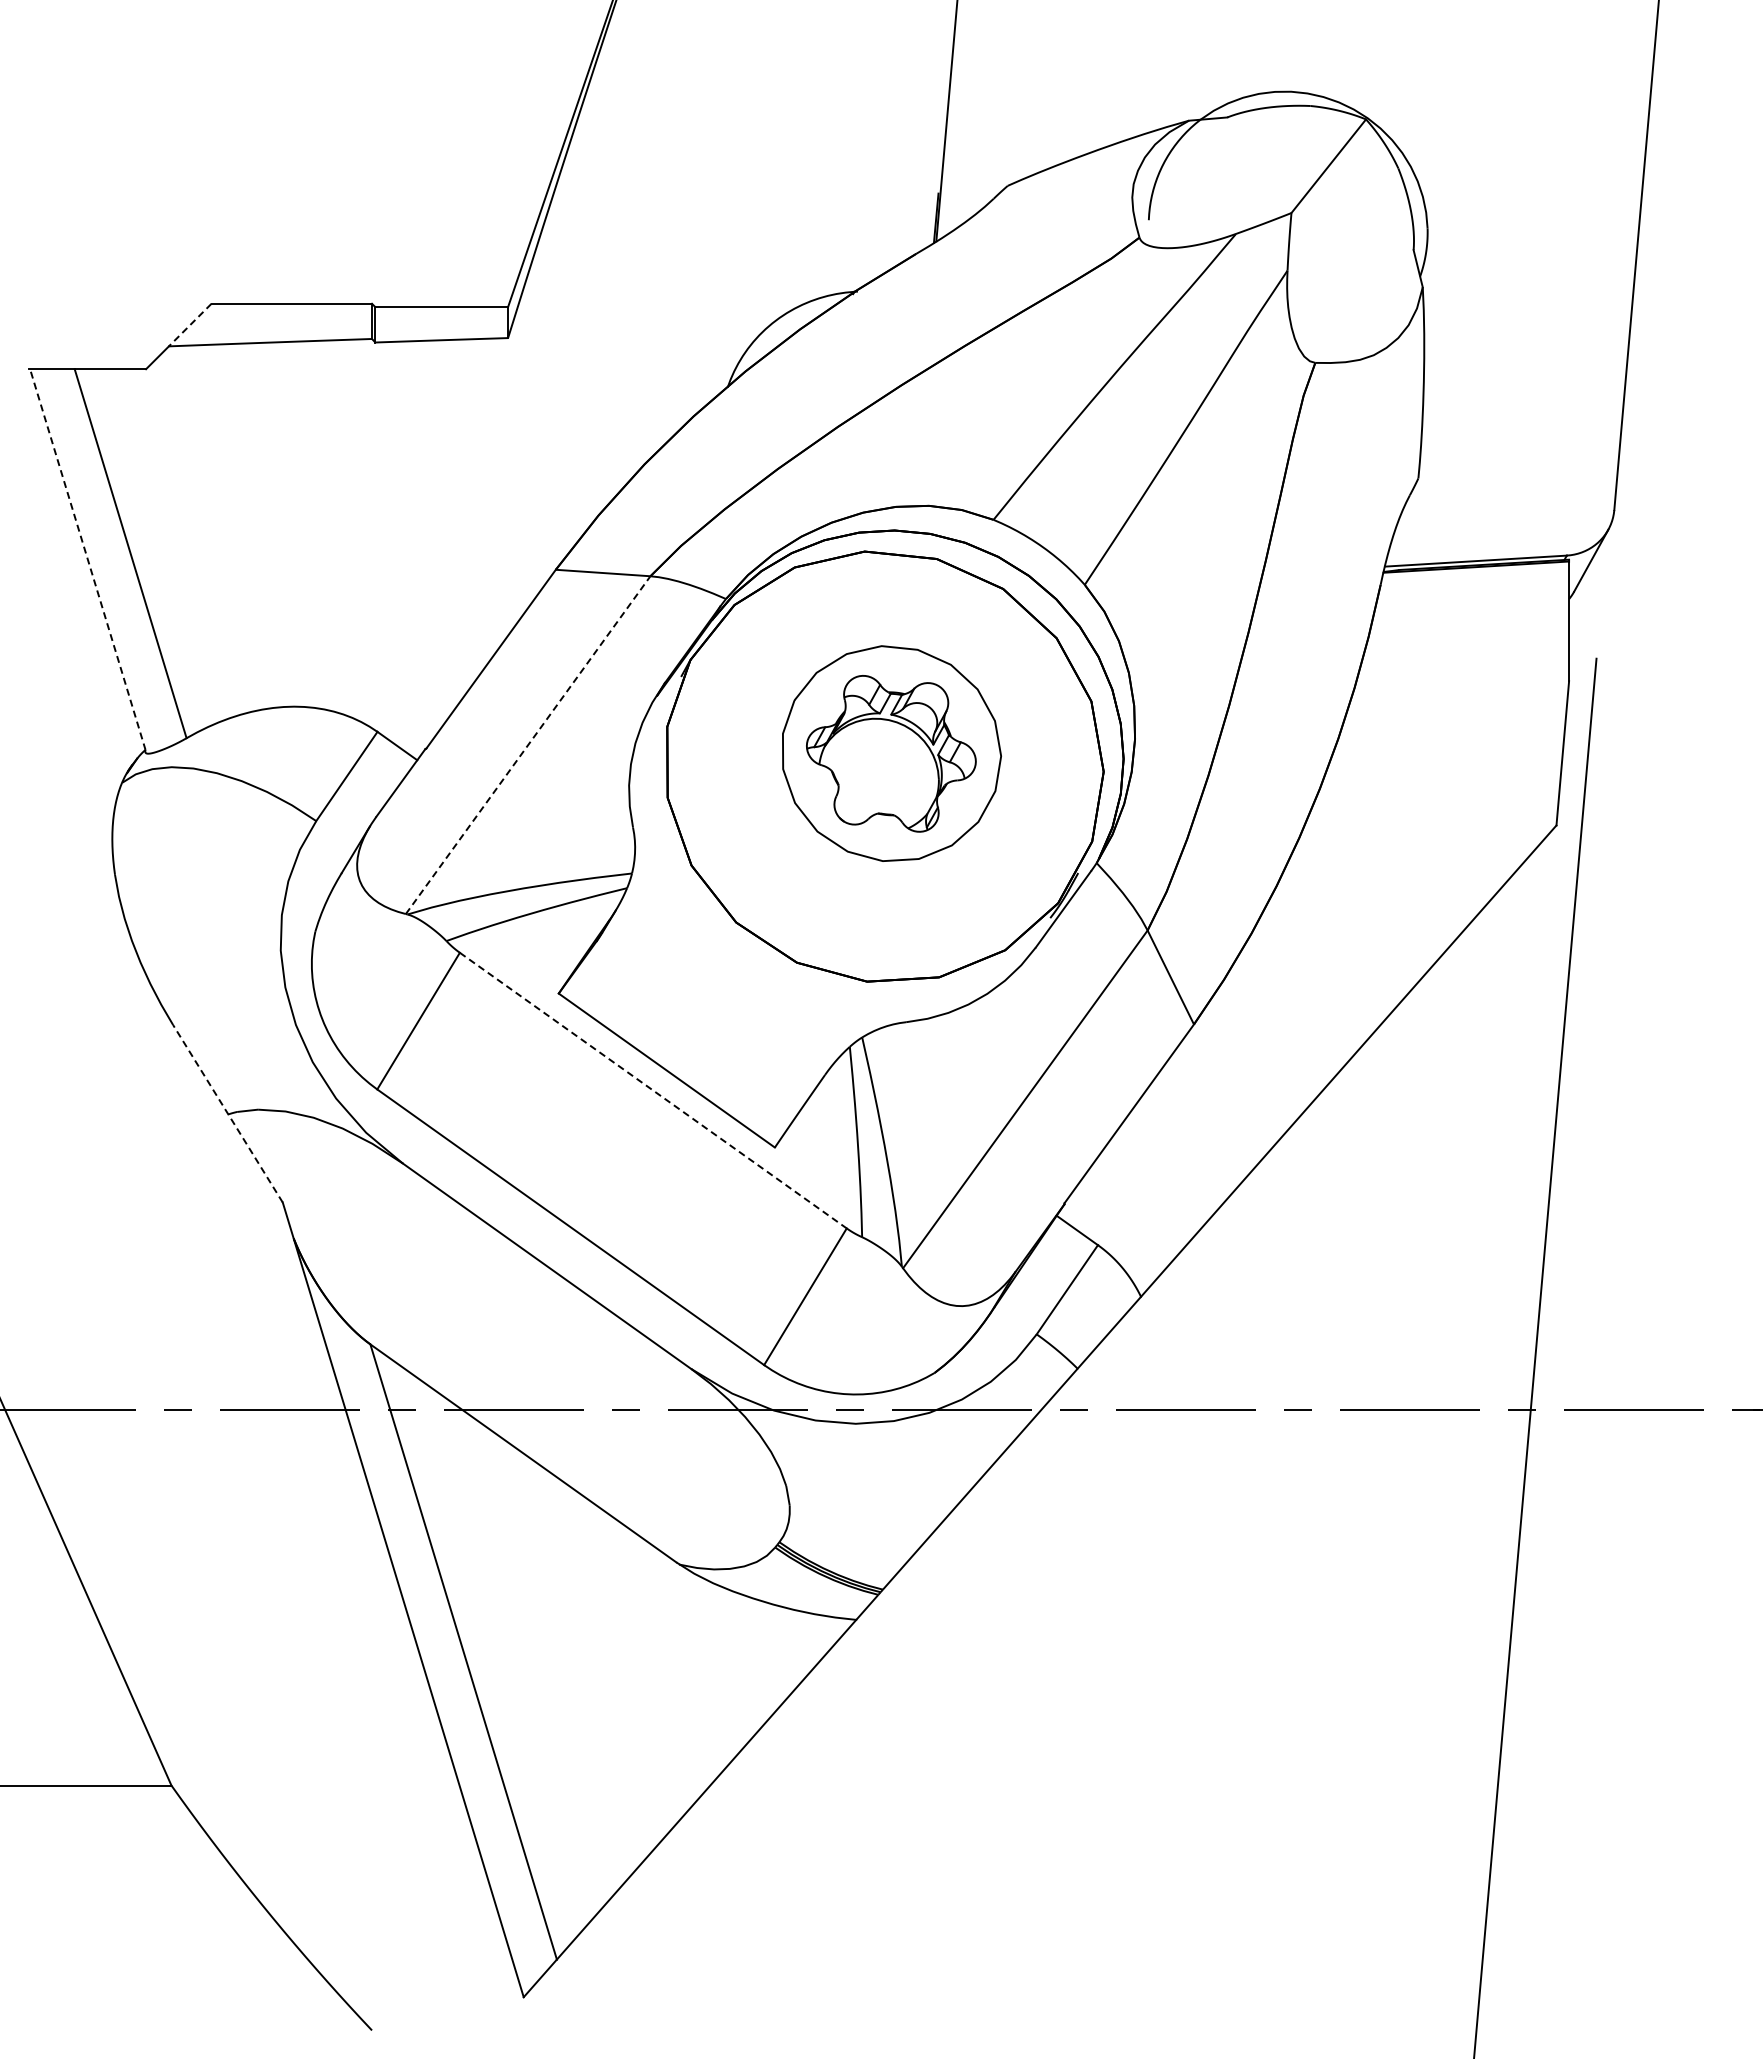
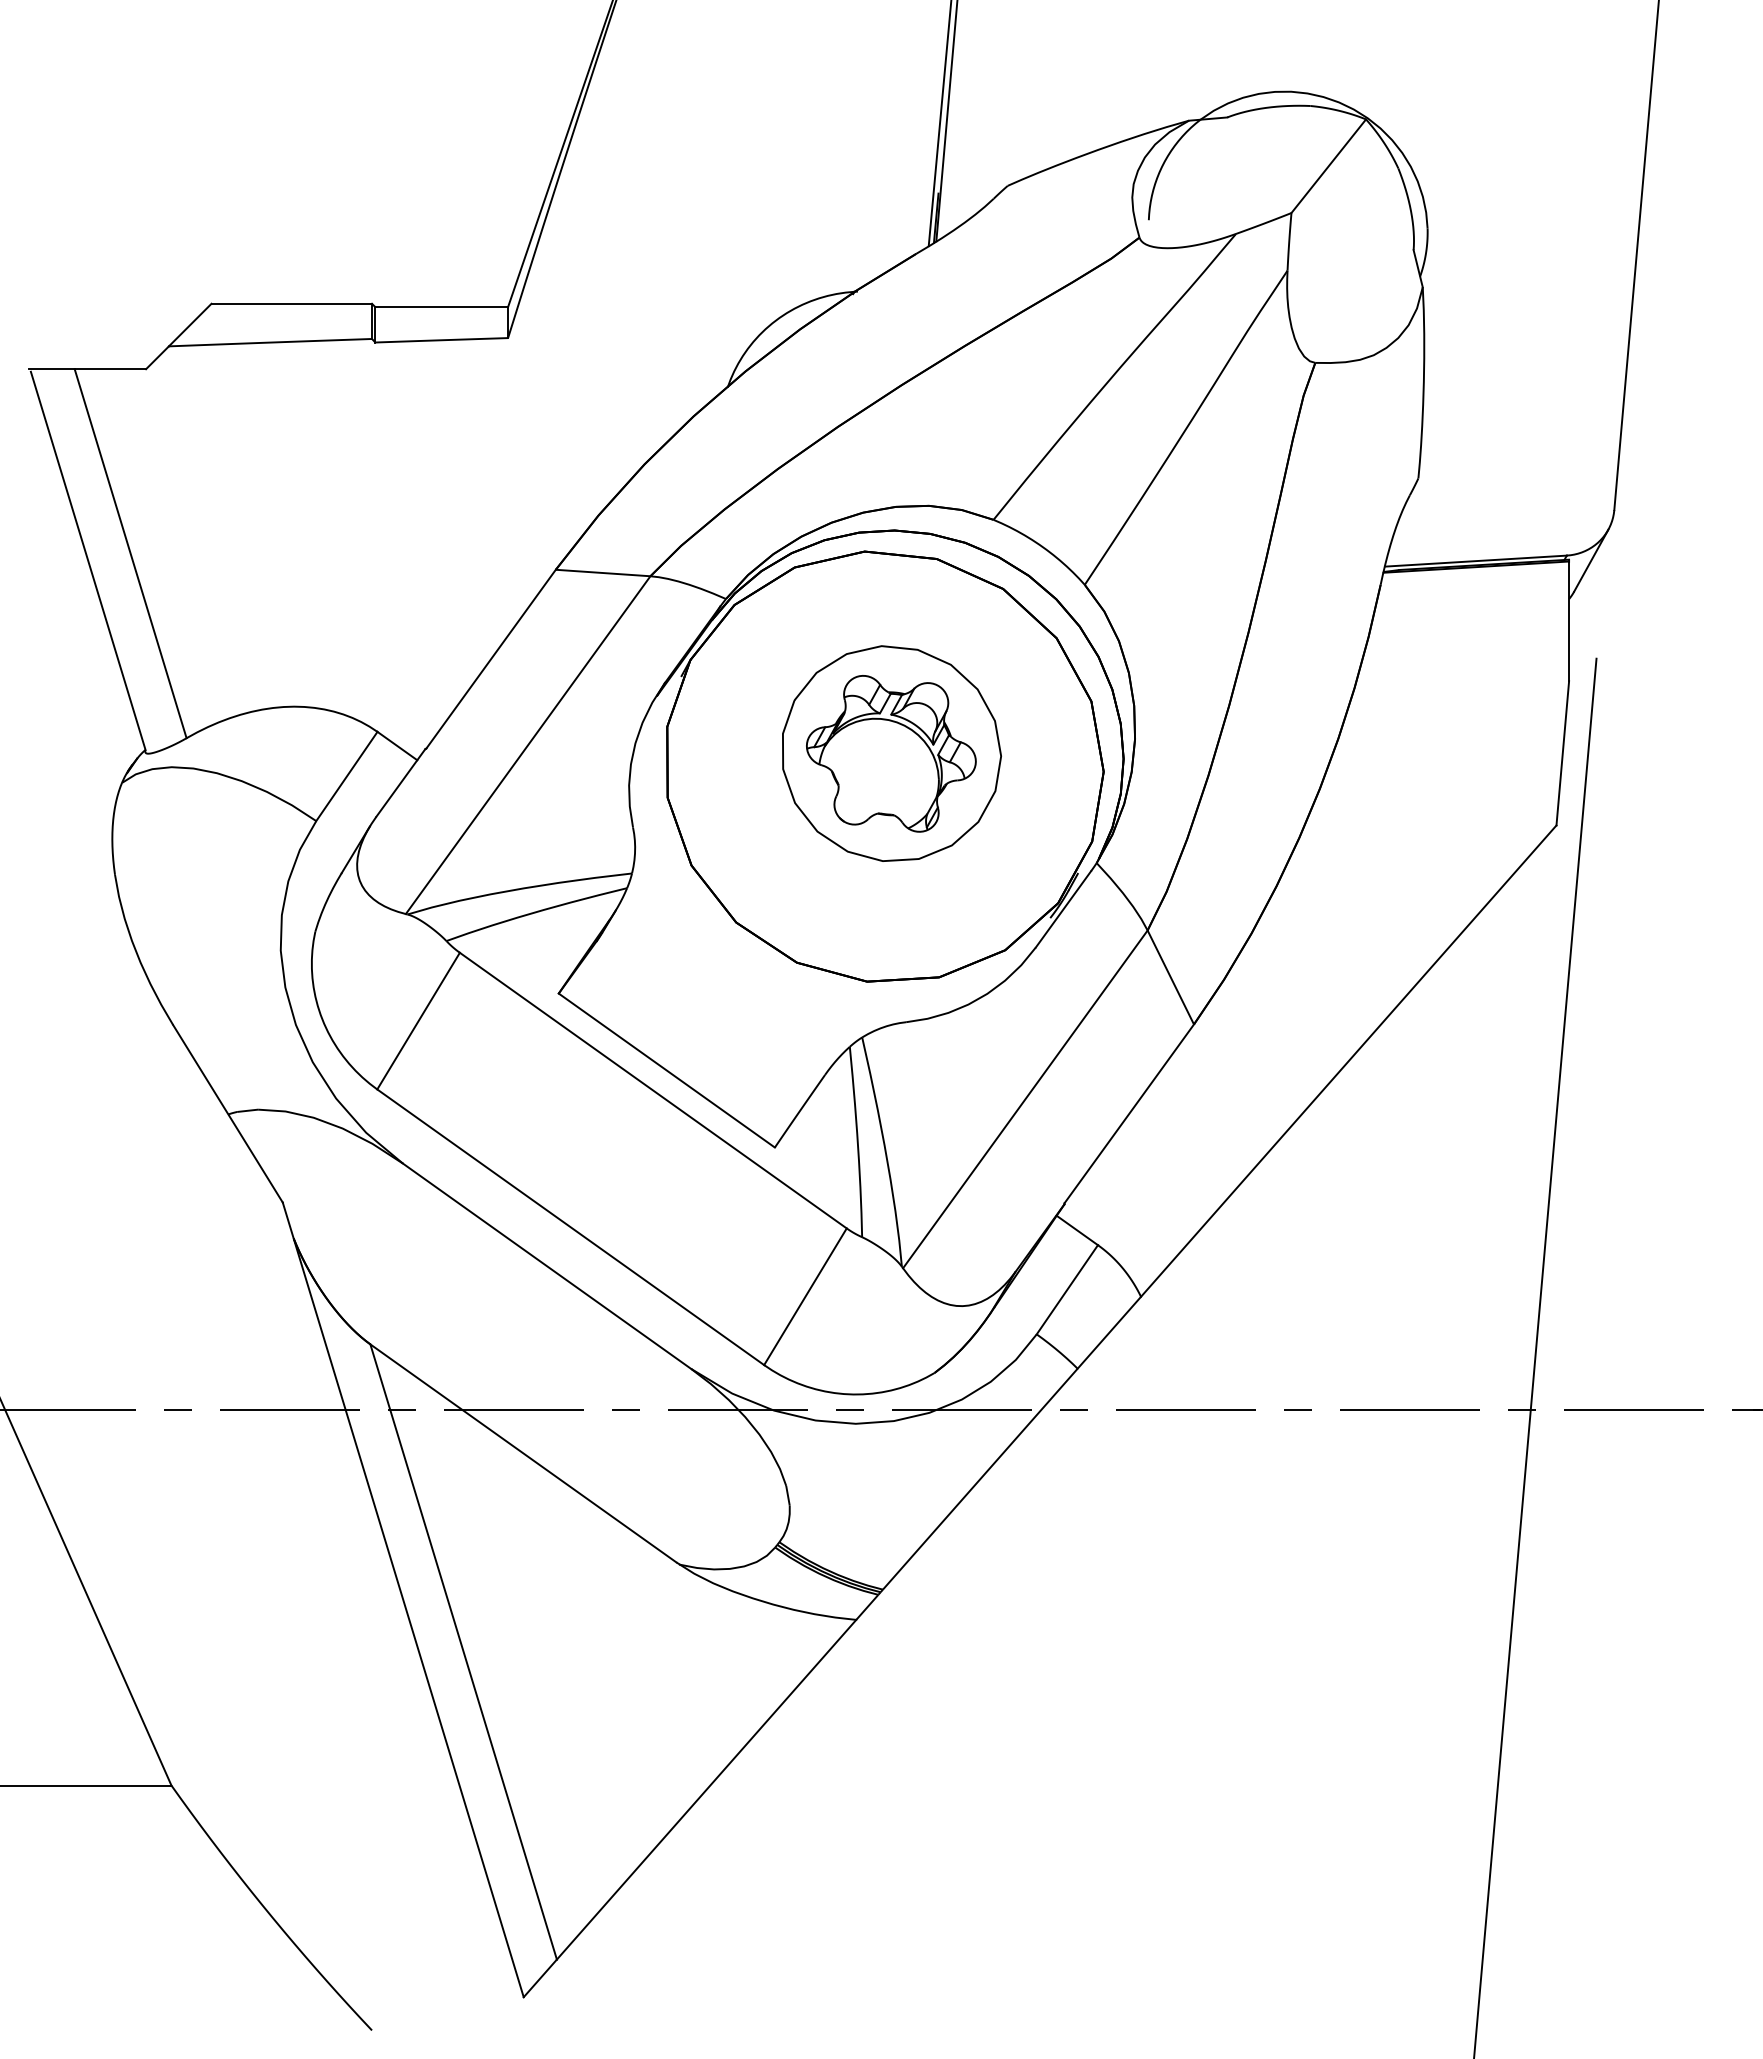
line at (939, 124): none -> present
line at (189, 325): dashed -> solid
line at (88, 560): dashed -> solid
line at (528, 745): dashed -> solid
line at (653, 1090): dashed -> solid
line at (227, 1113): dashed -> solid
